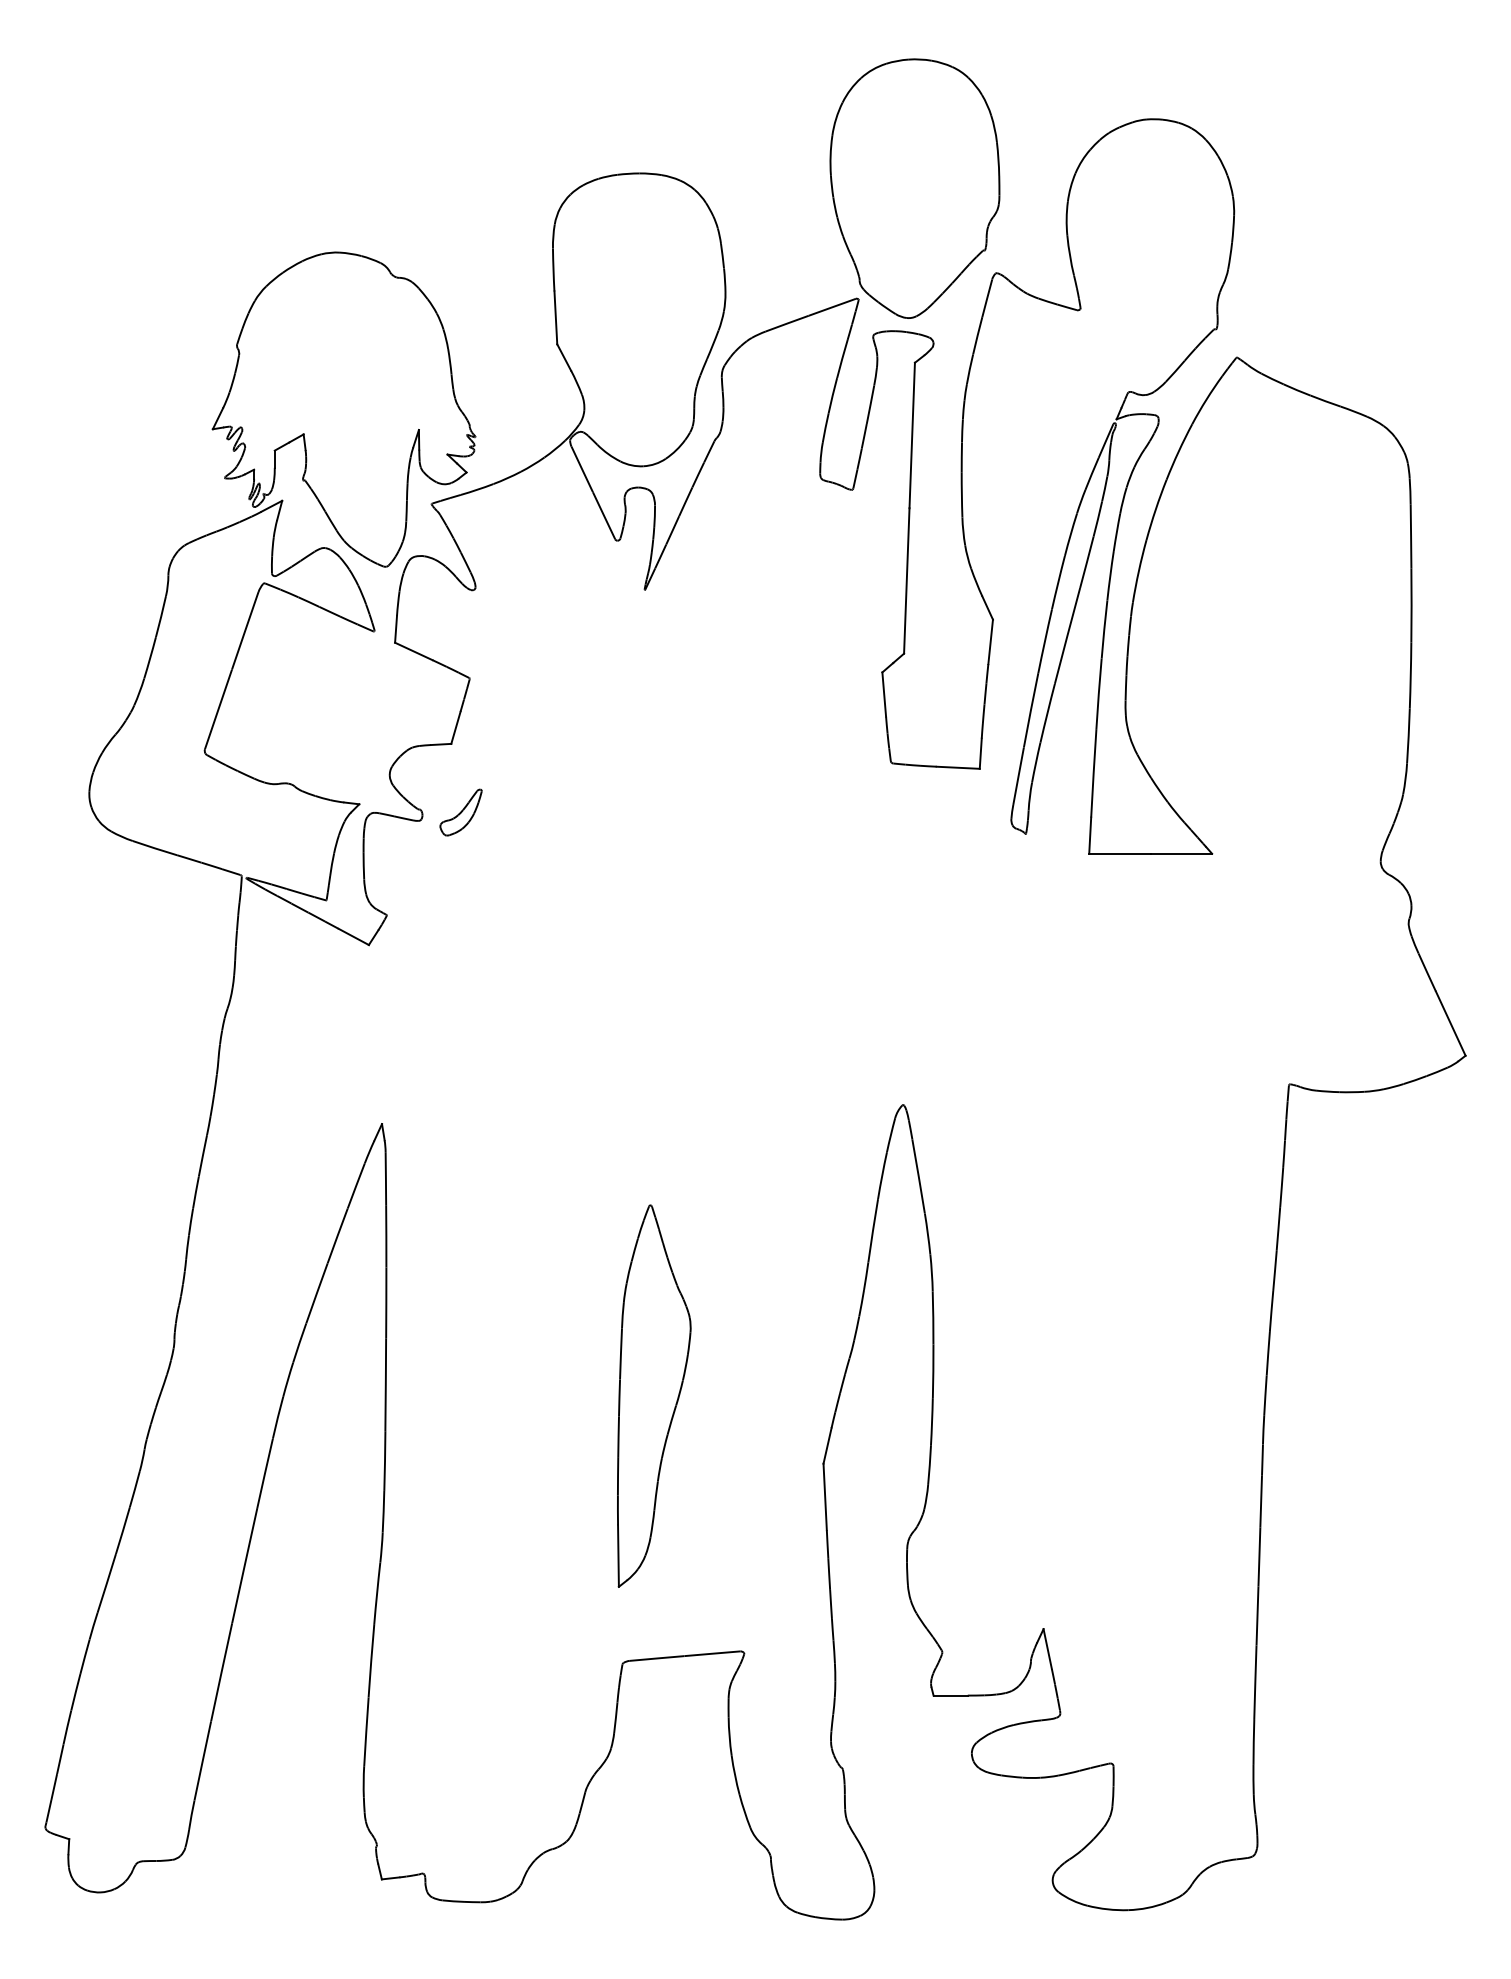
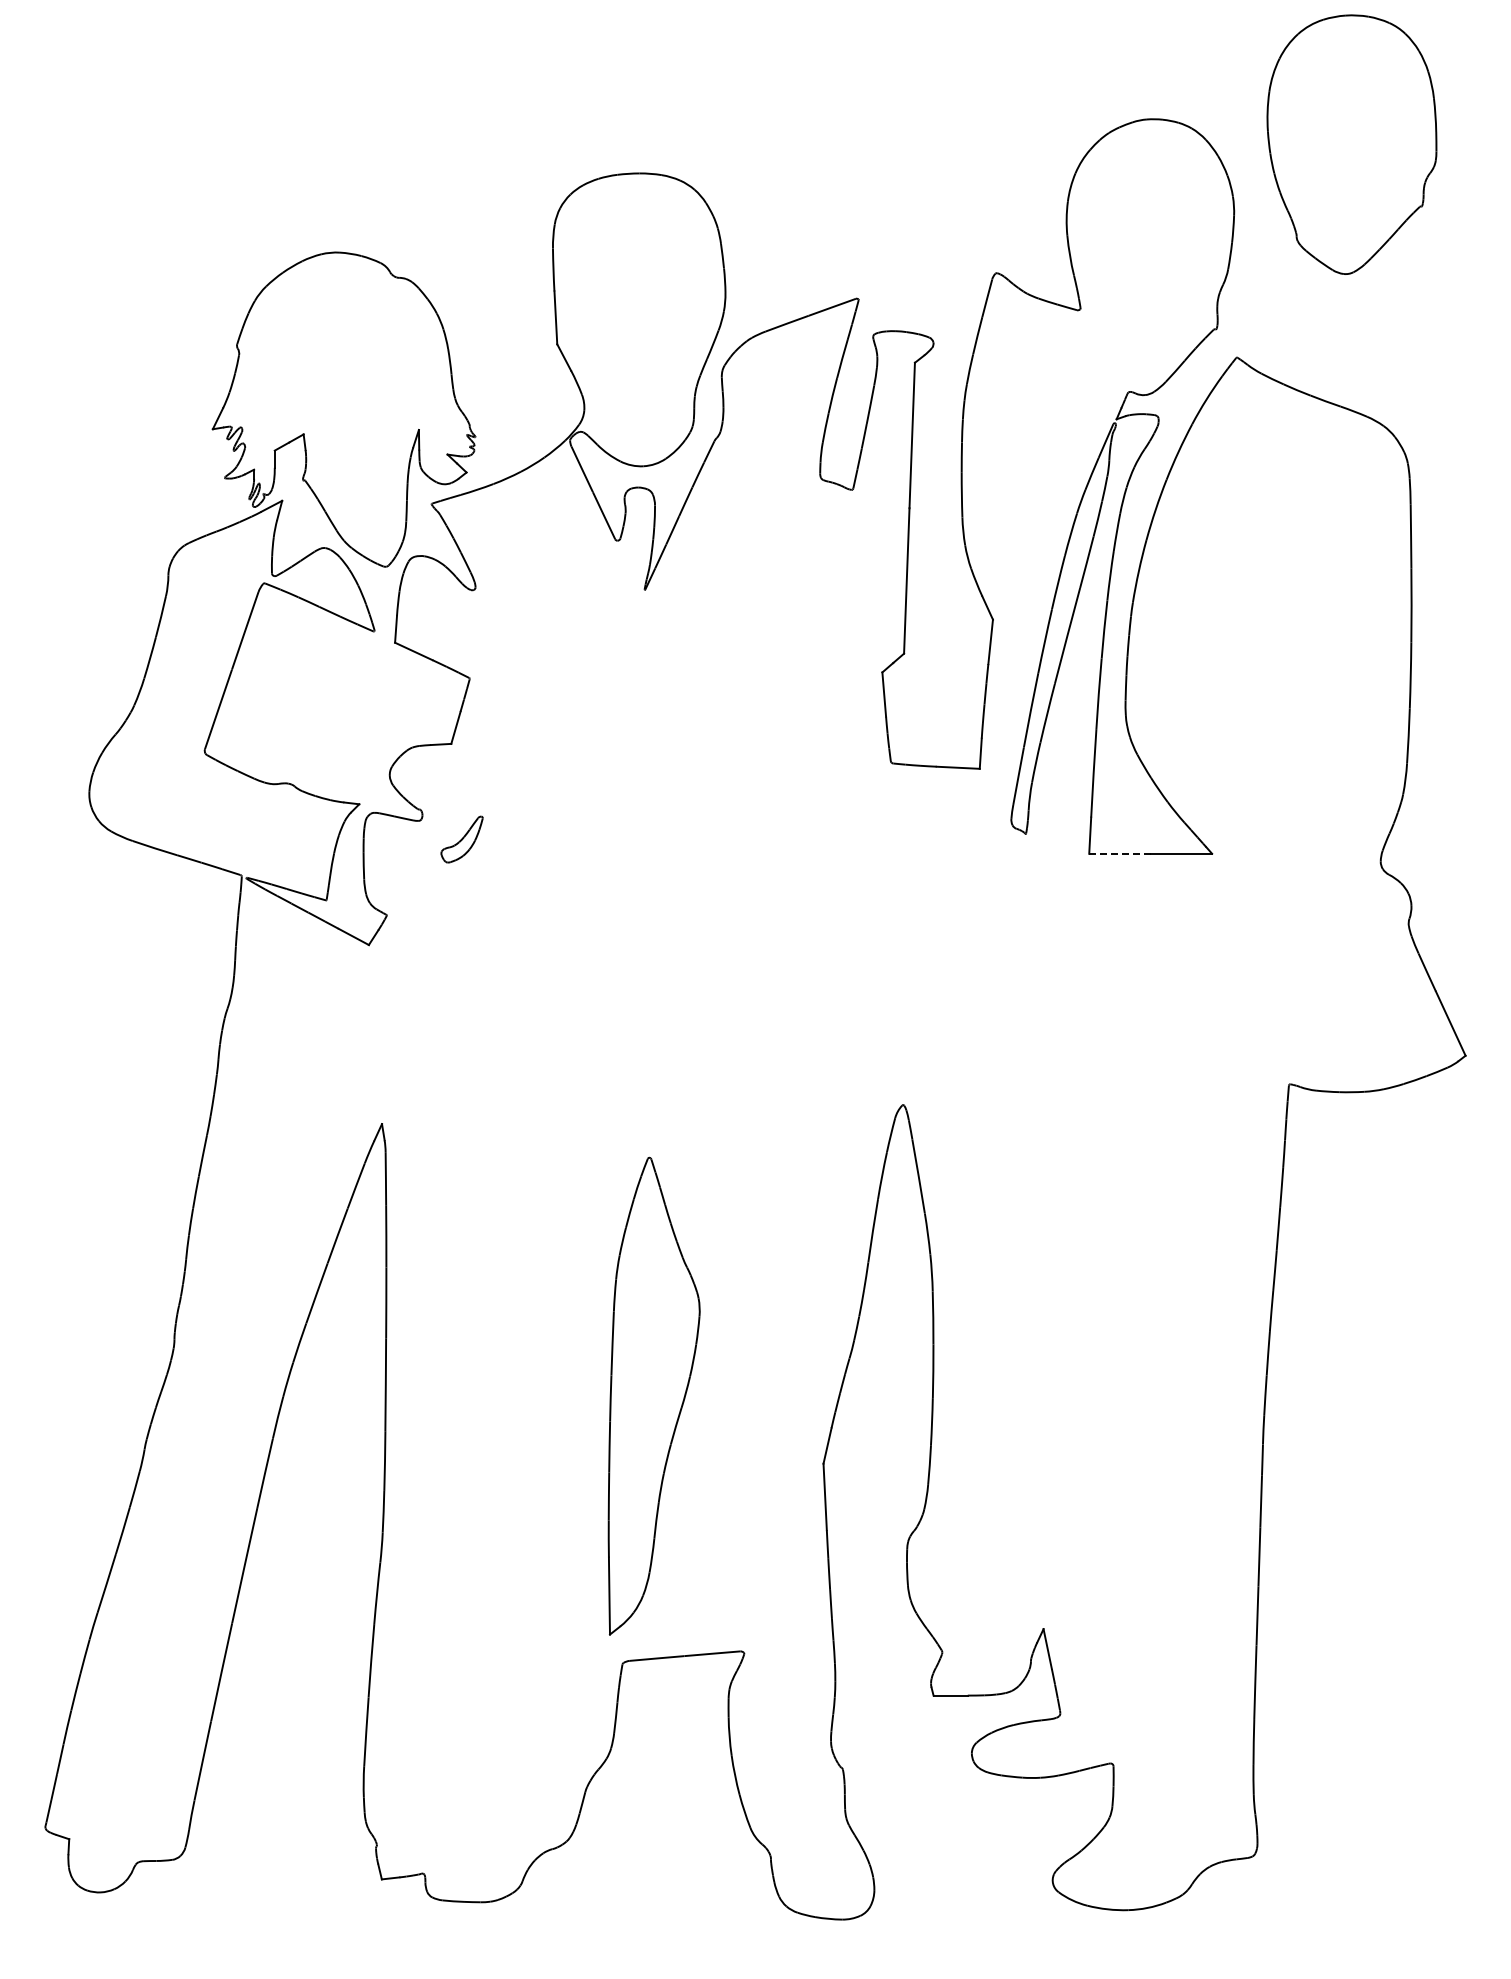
part at (914, 188) position: (914, 188) -> (1351, 144)
part at (460, 812) position: (460, 812) -> (461, 839)
line at (1119, 853): solid -> dashed
part at (654, 1395) size: 75x384 px -> 94x480 px
